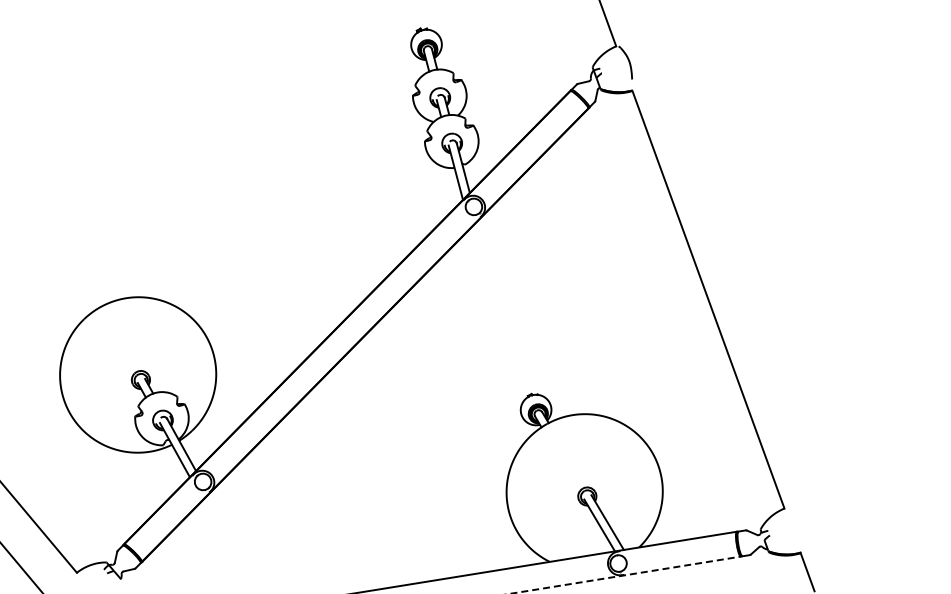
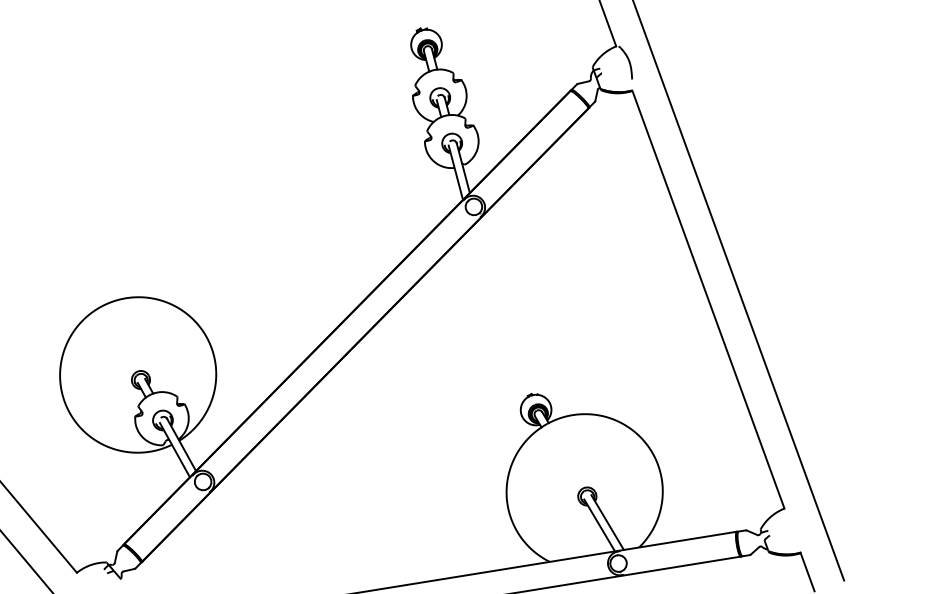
line at (738, 291): none -> present
line at (21, 567) position: (21, 567) -> (26, 561)
line at (625, 575): dashed -> solid
